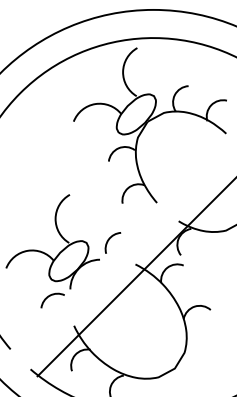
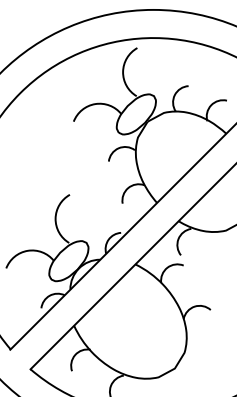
line at (121, 237): none -> present
line at (135, 278) position: (135, 278) -> (131, 267)
